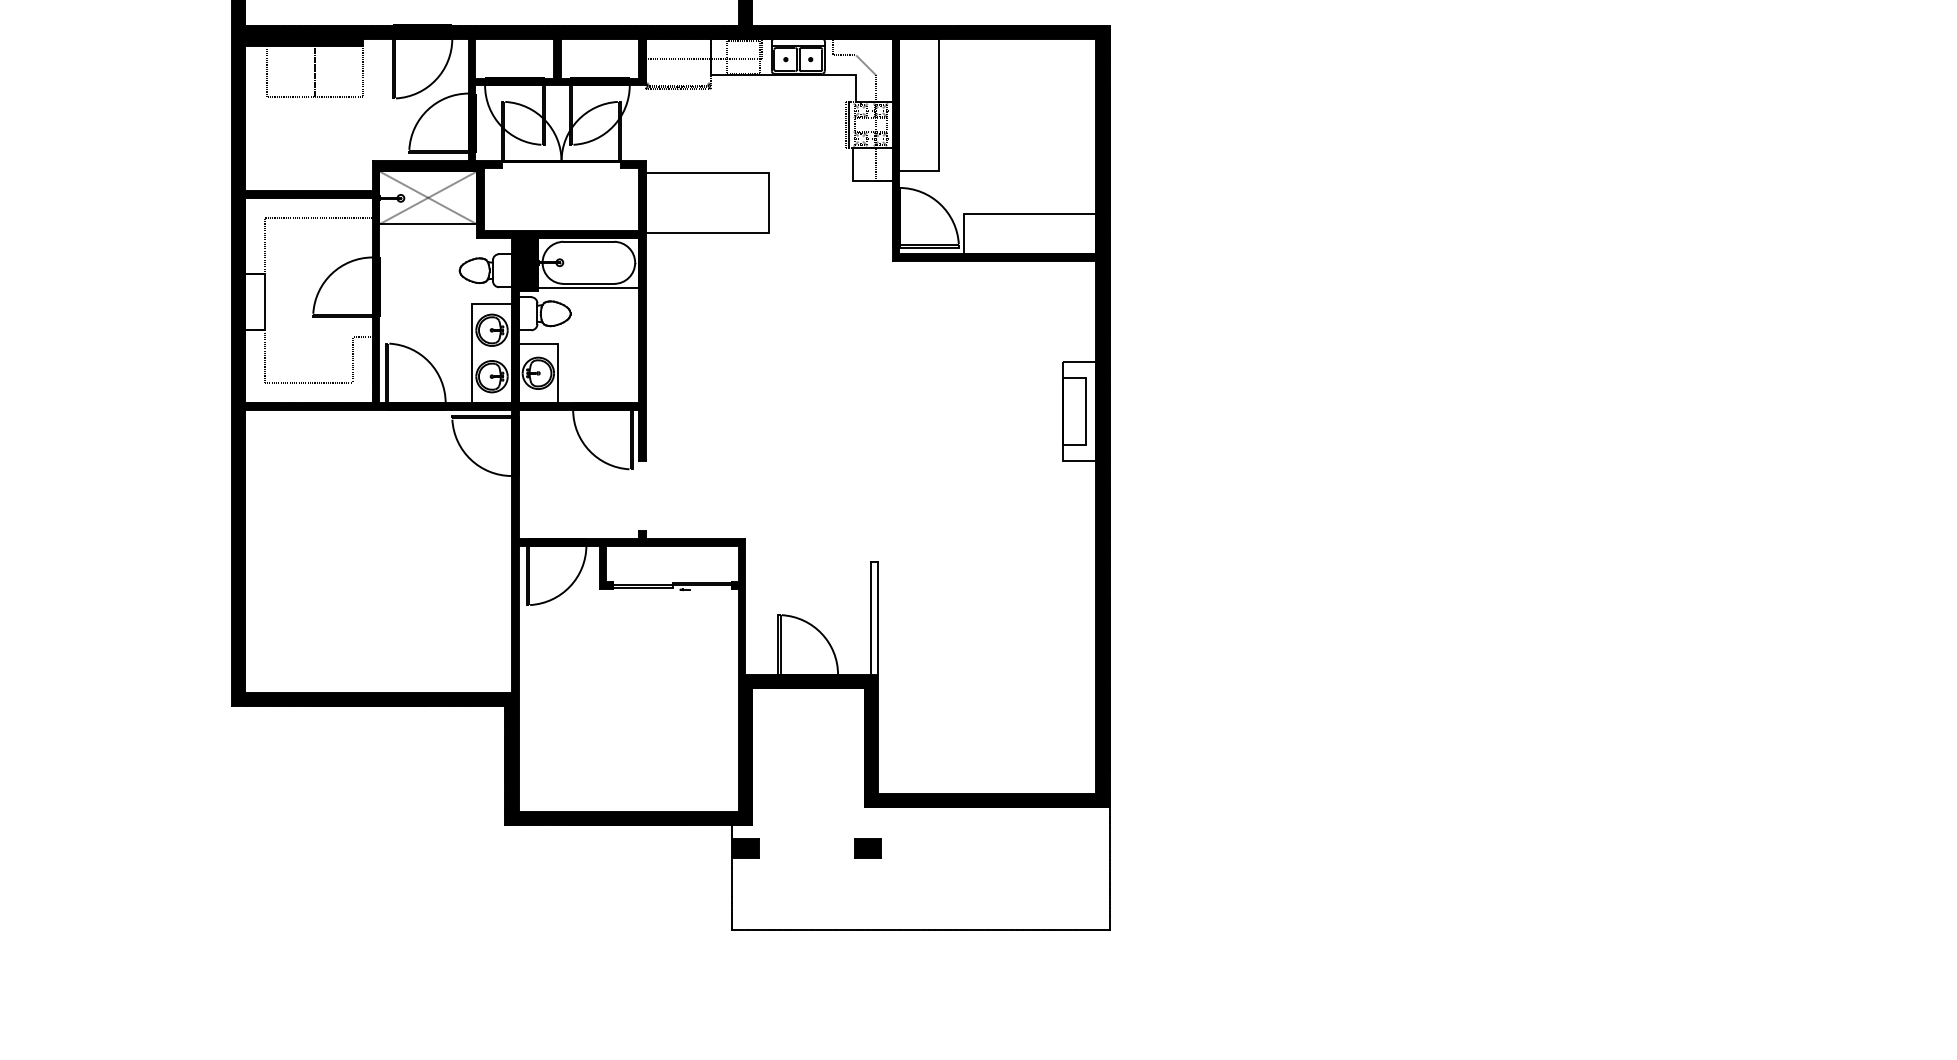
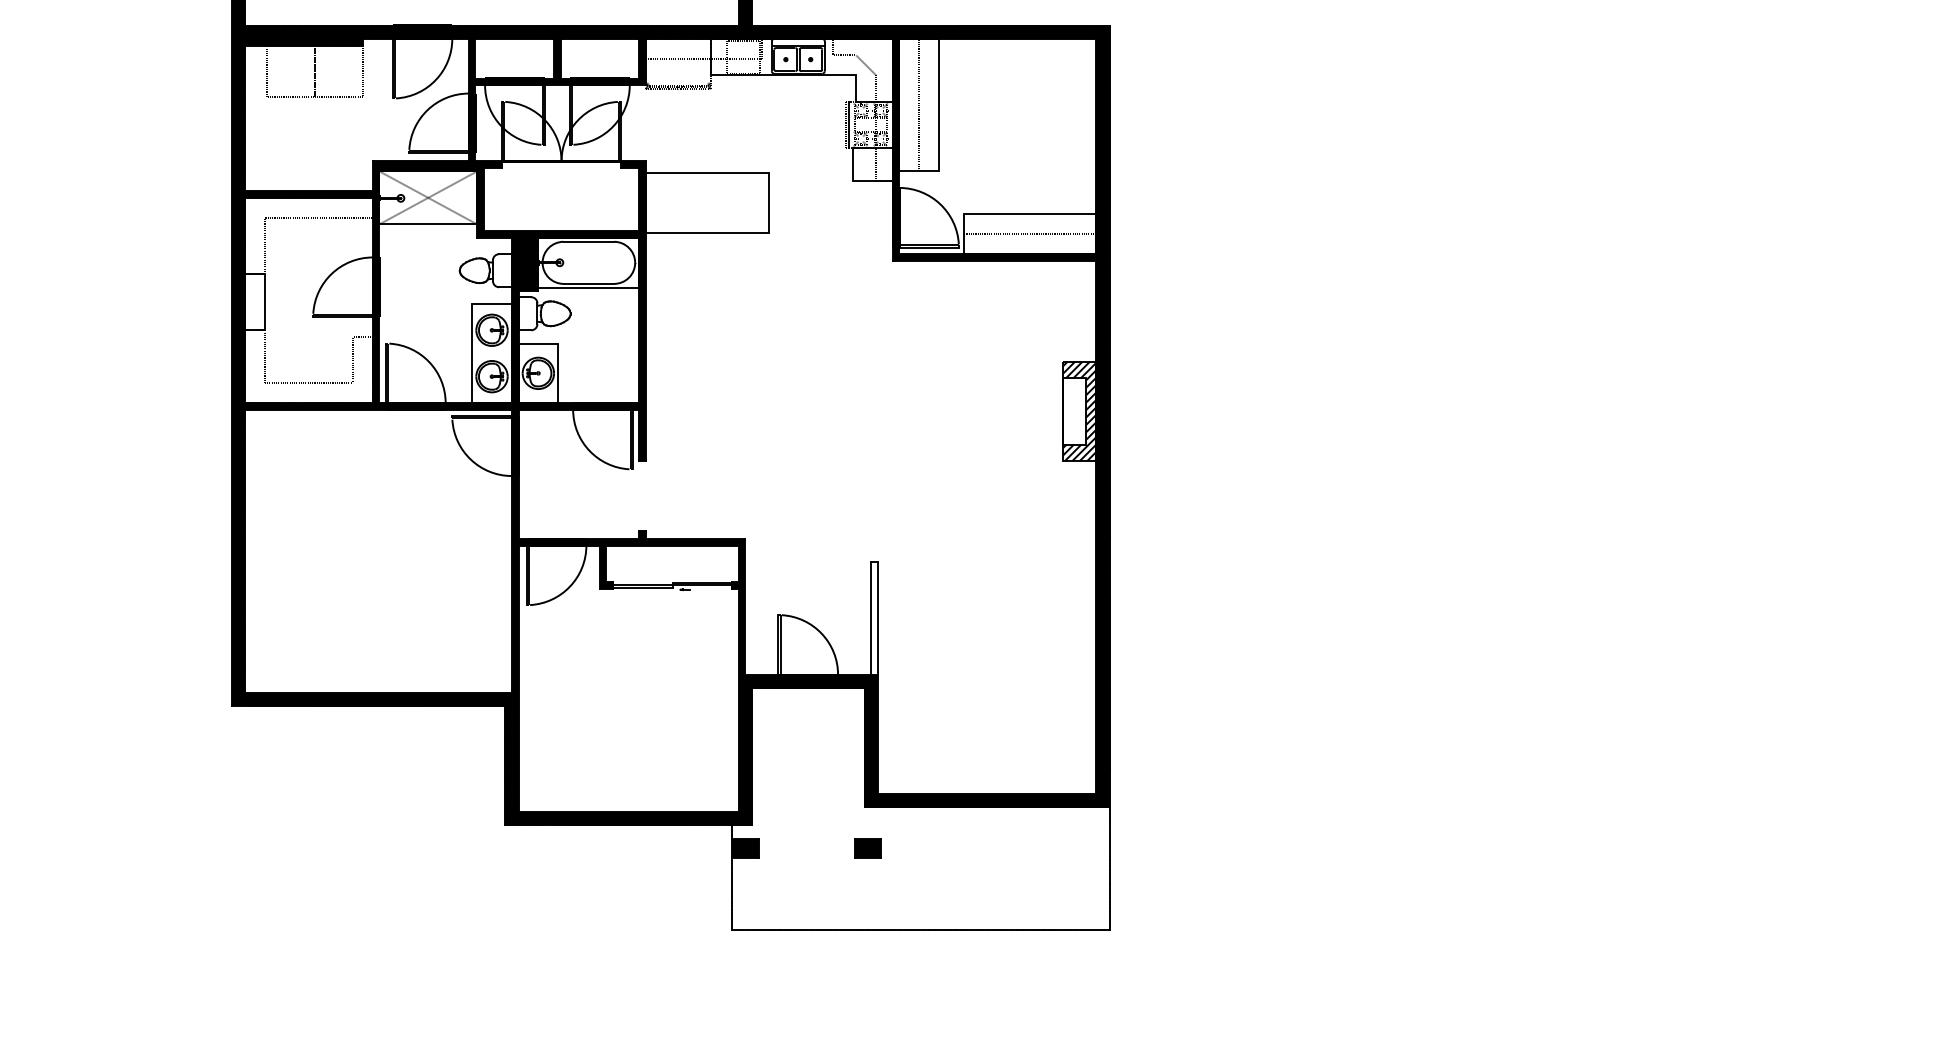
line at (919, 104): none -> present
line at (1029, 234): none -> present
hatch at (1079, 411): none -> present
